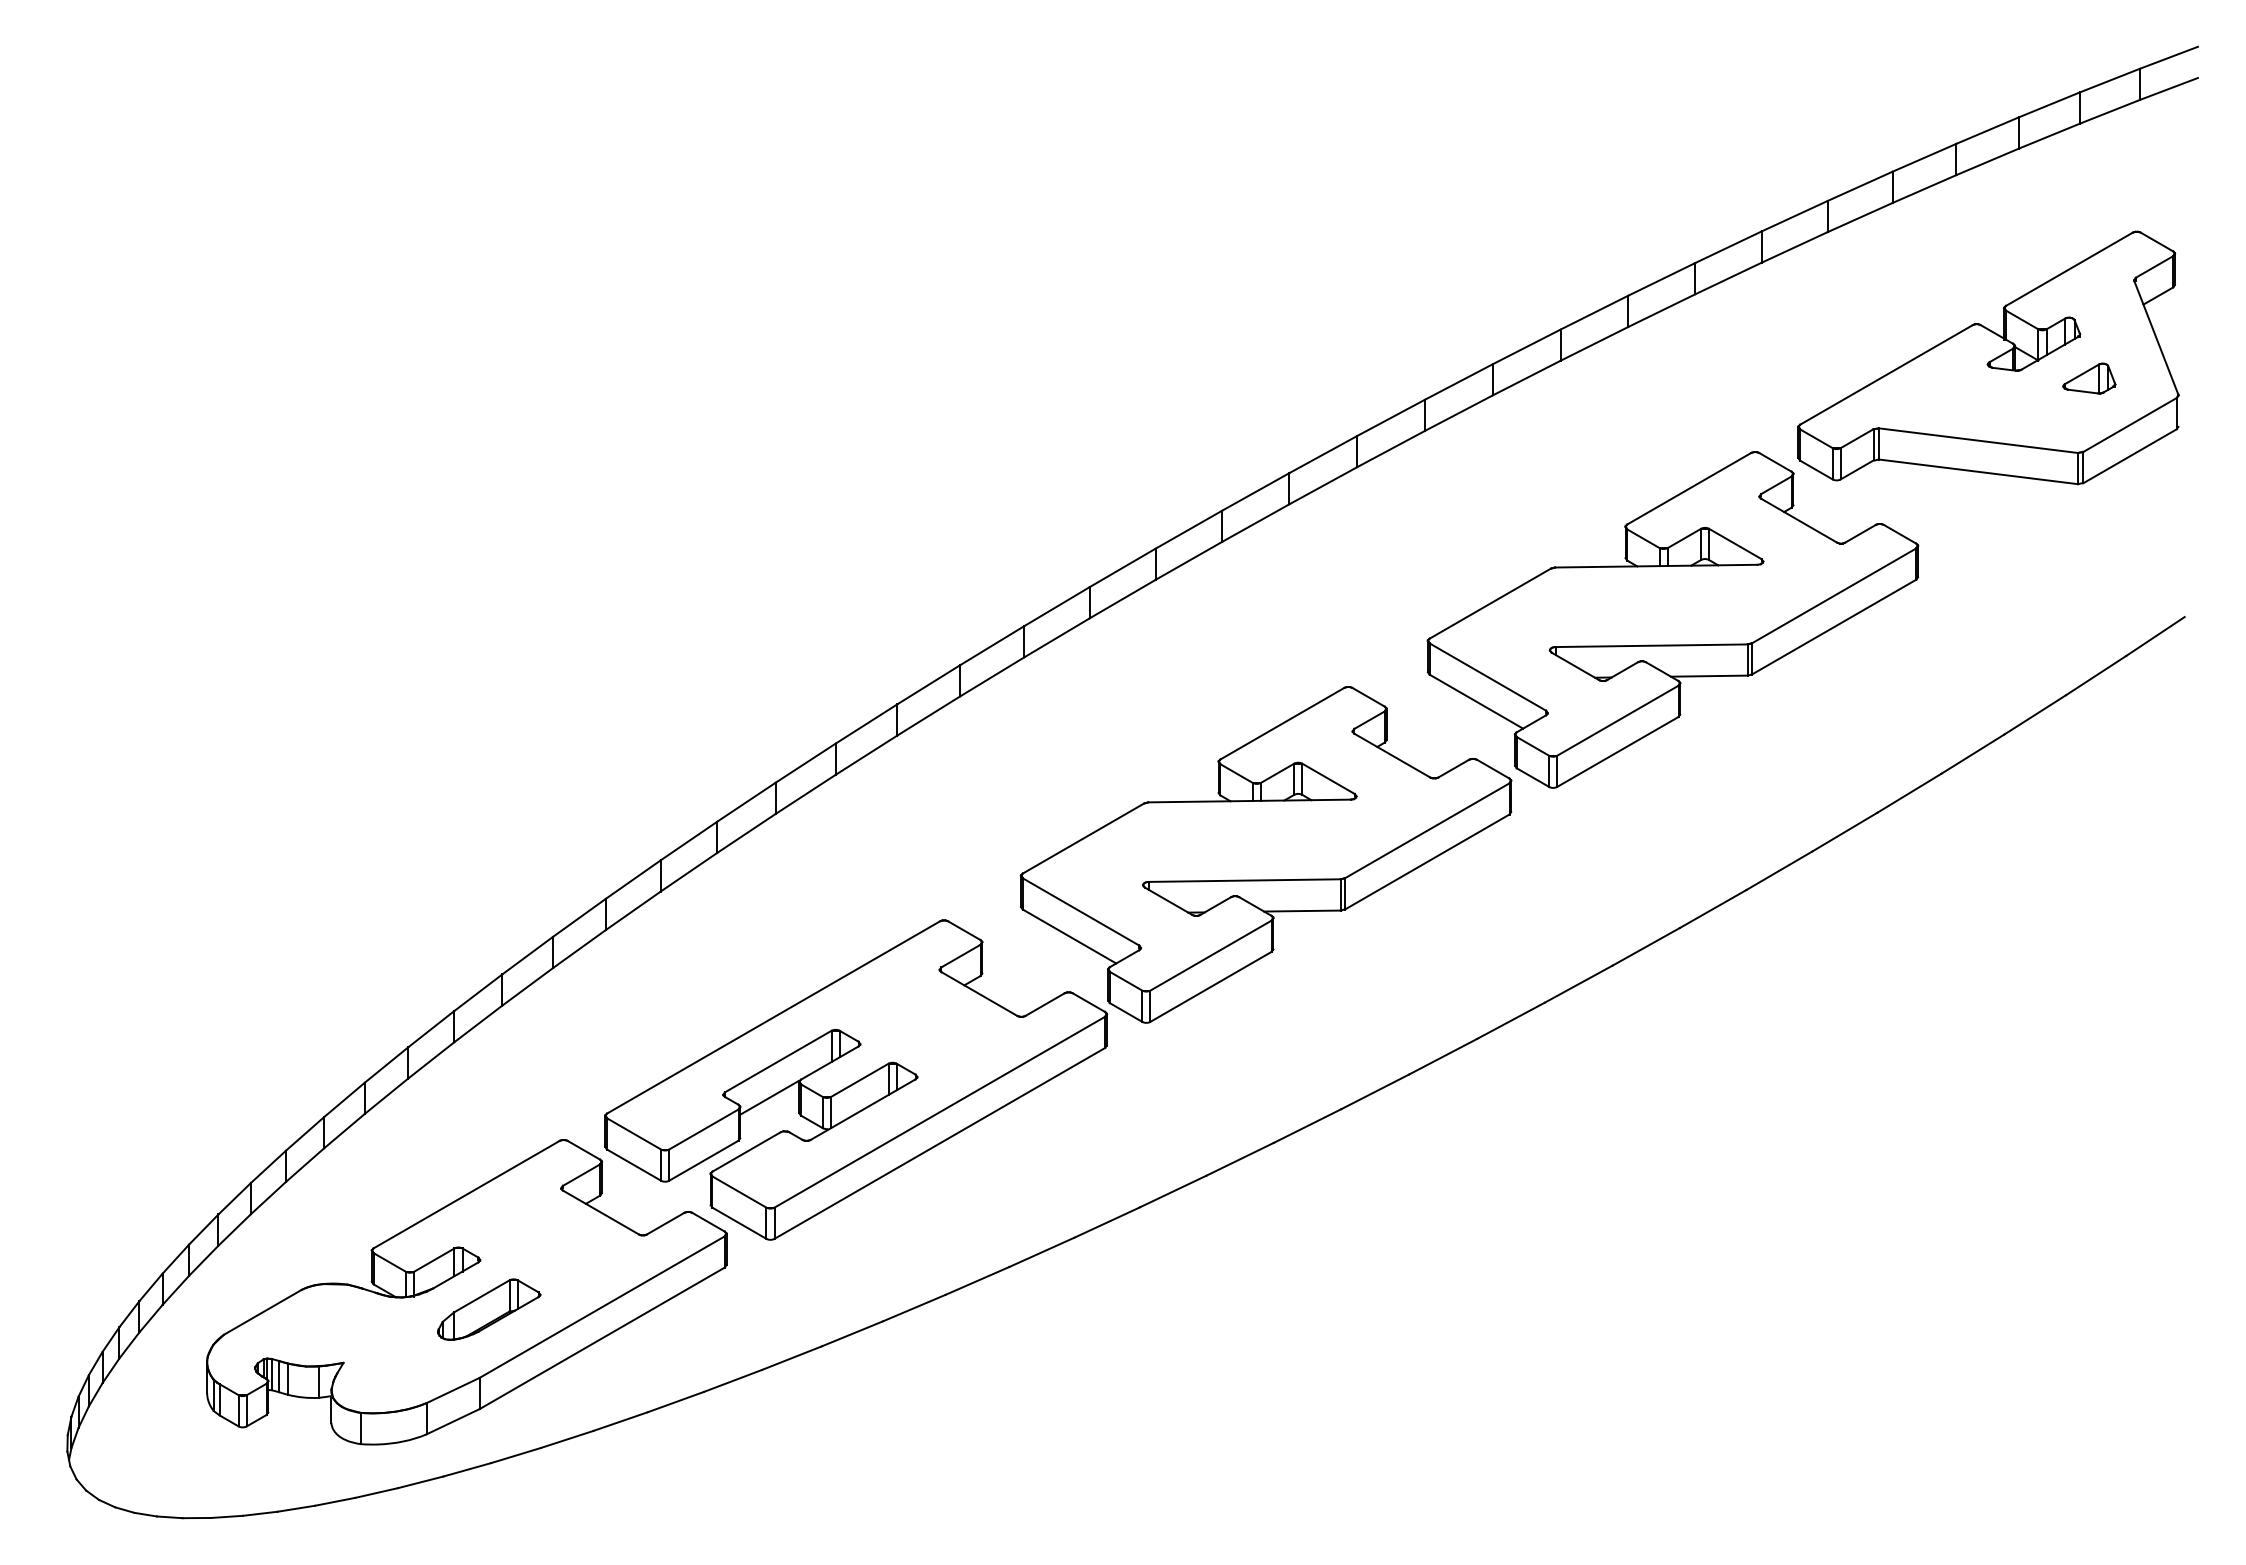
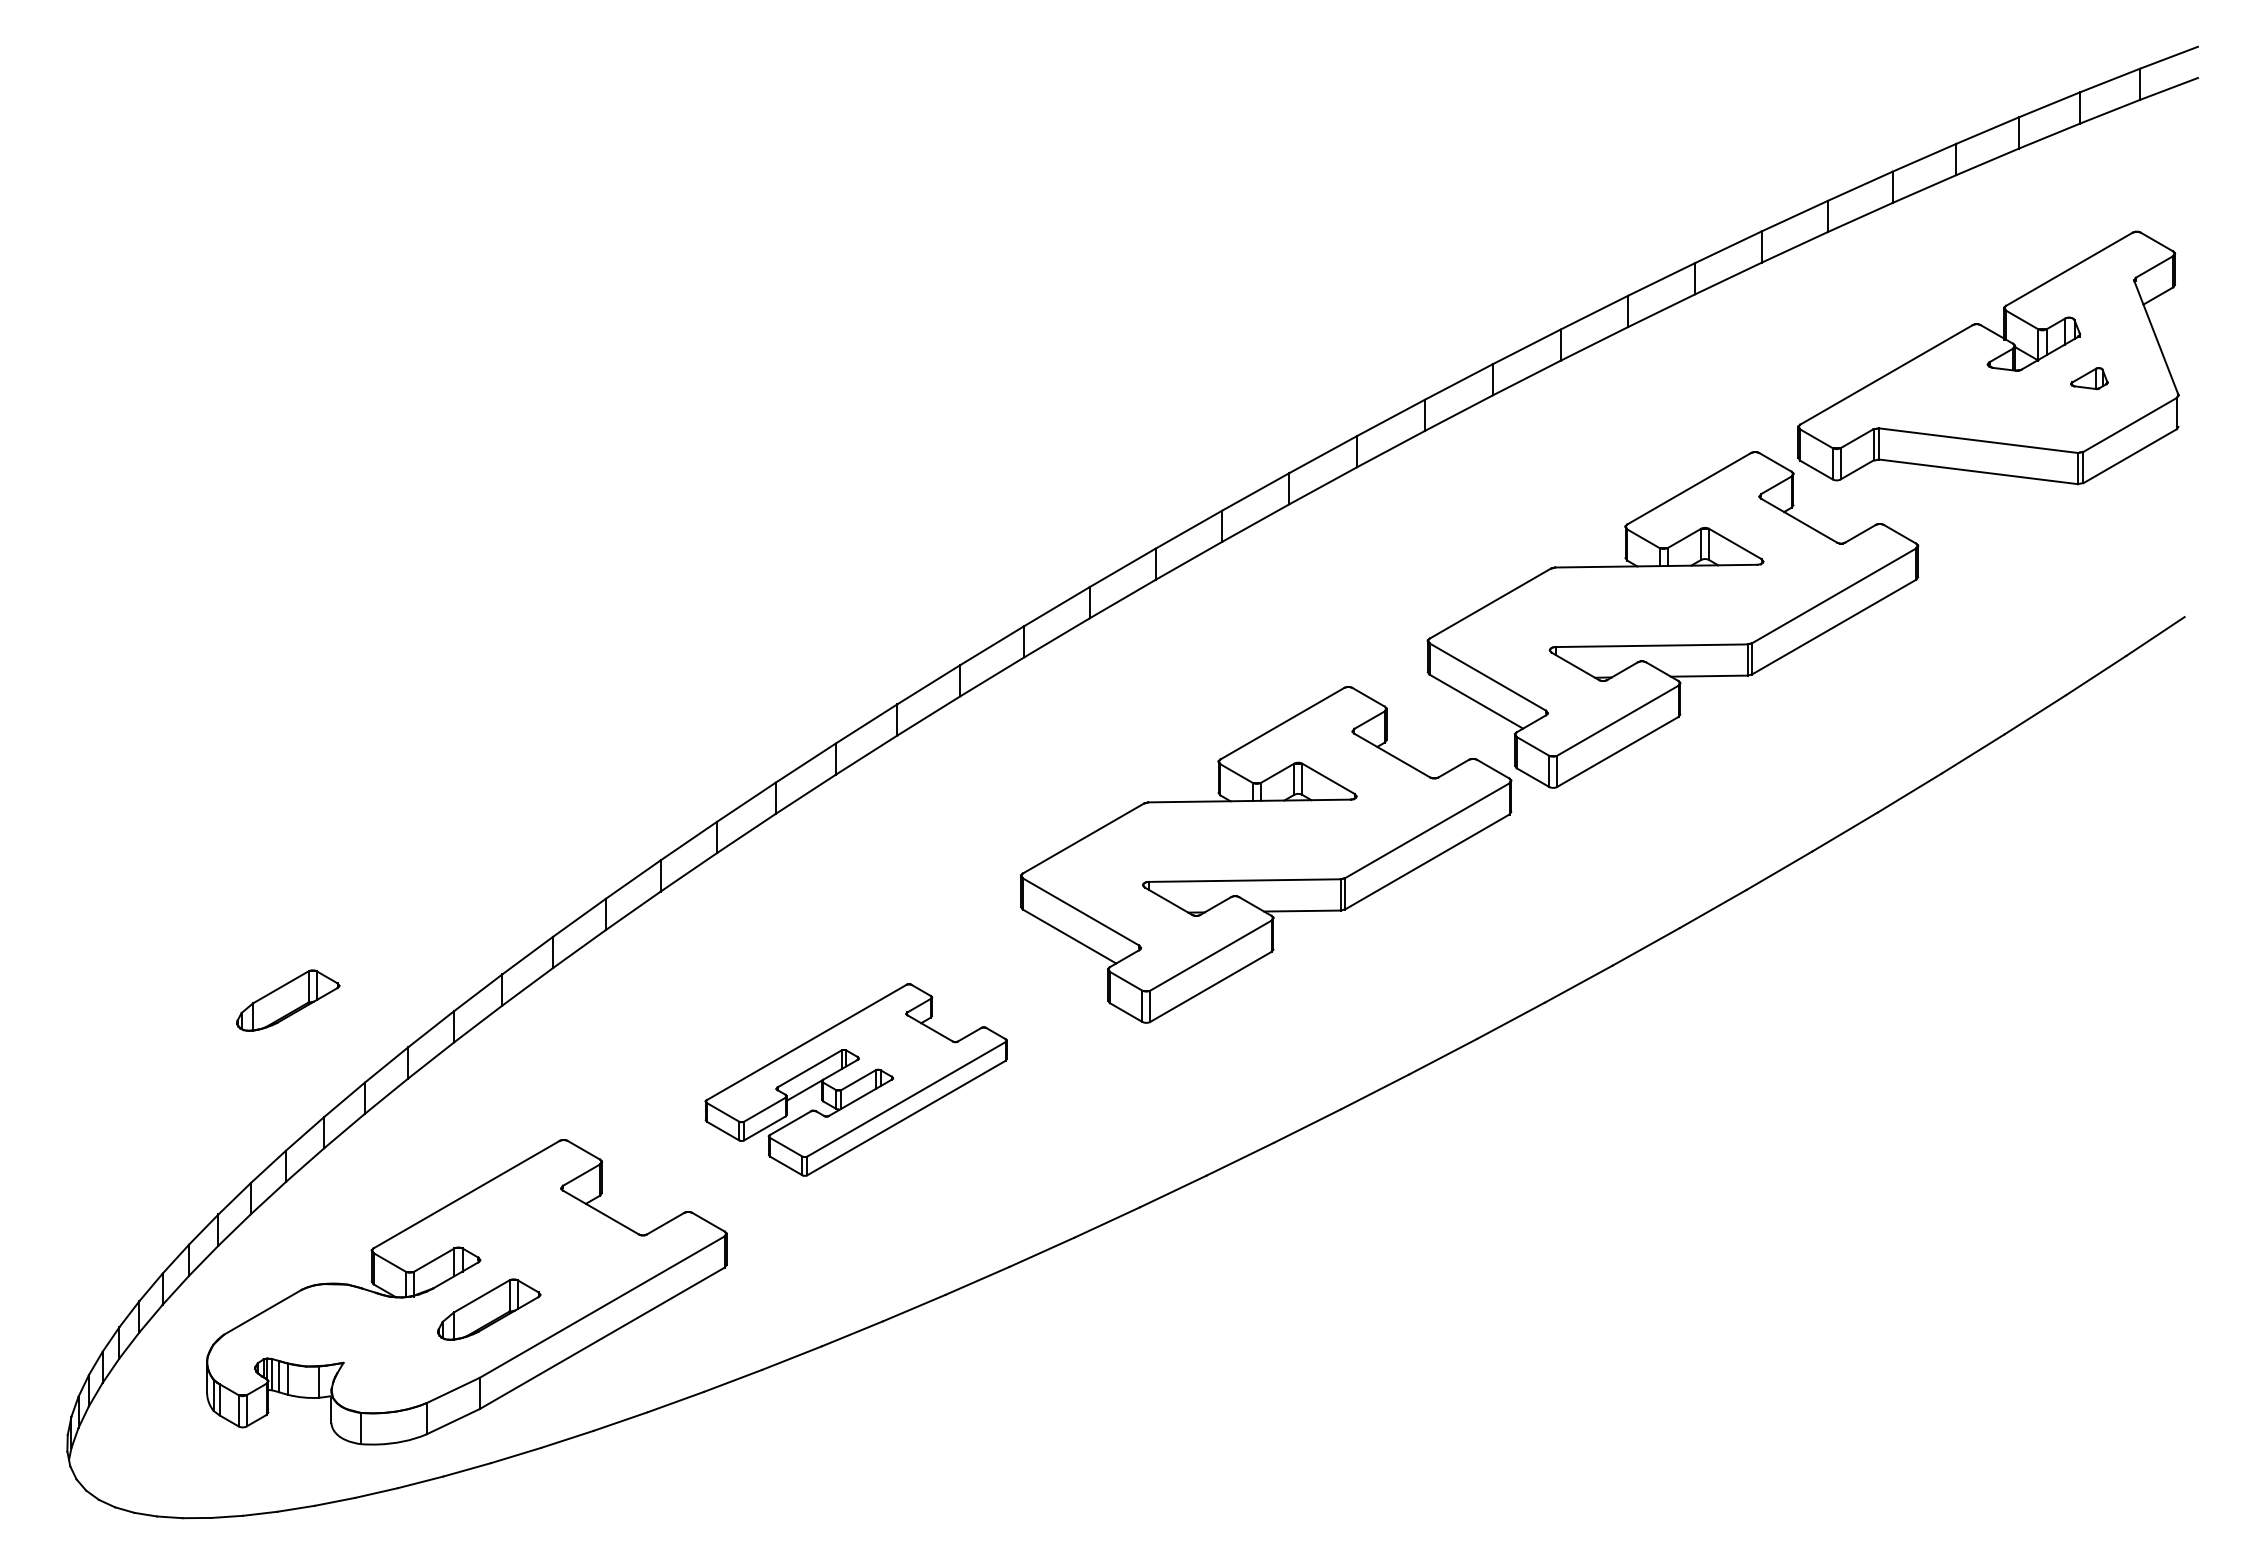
part at (2089, 378) size: 55x33 px -> 39x24 px
part at (288, 1000): none -> present
part at (856, 1079) size: 505x322 px -> 304x194 px
